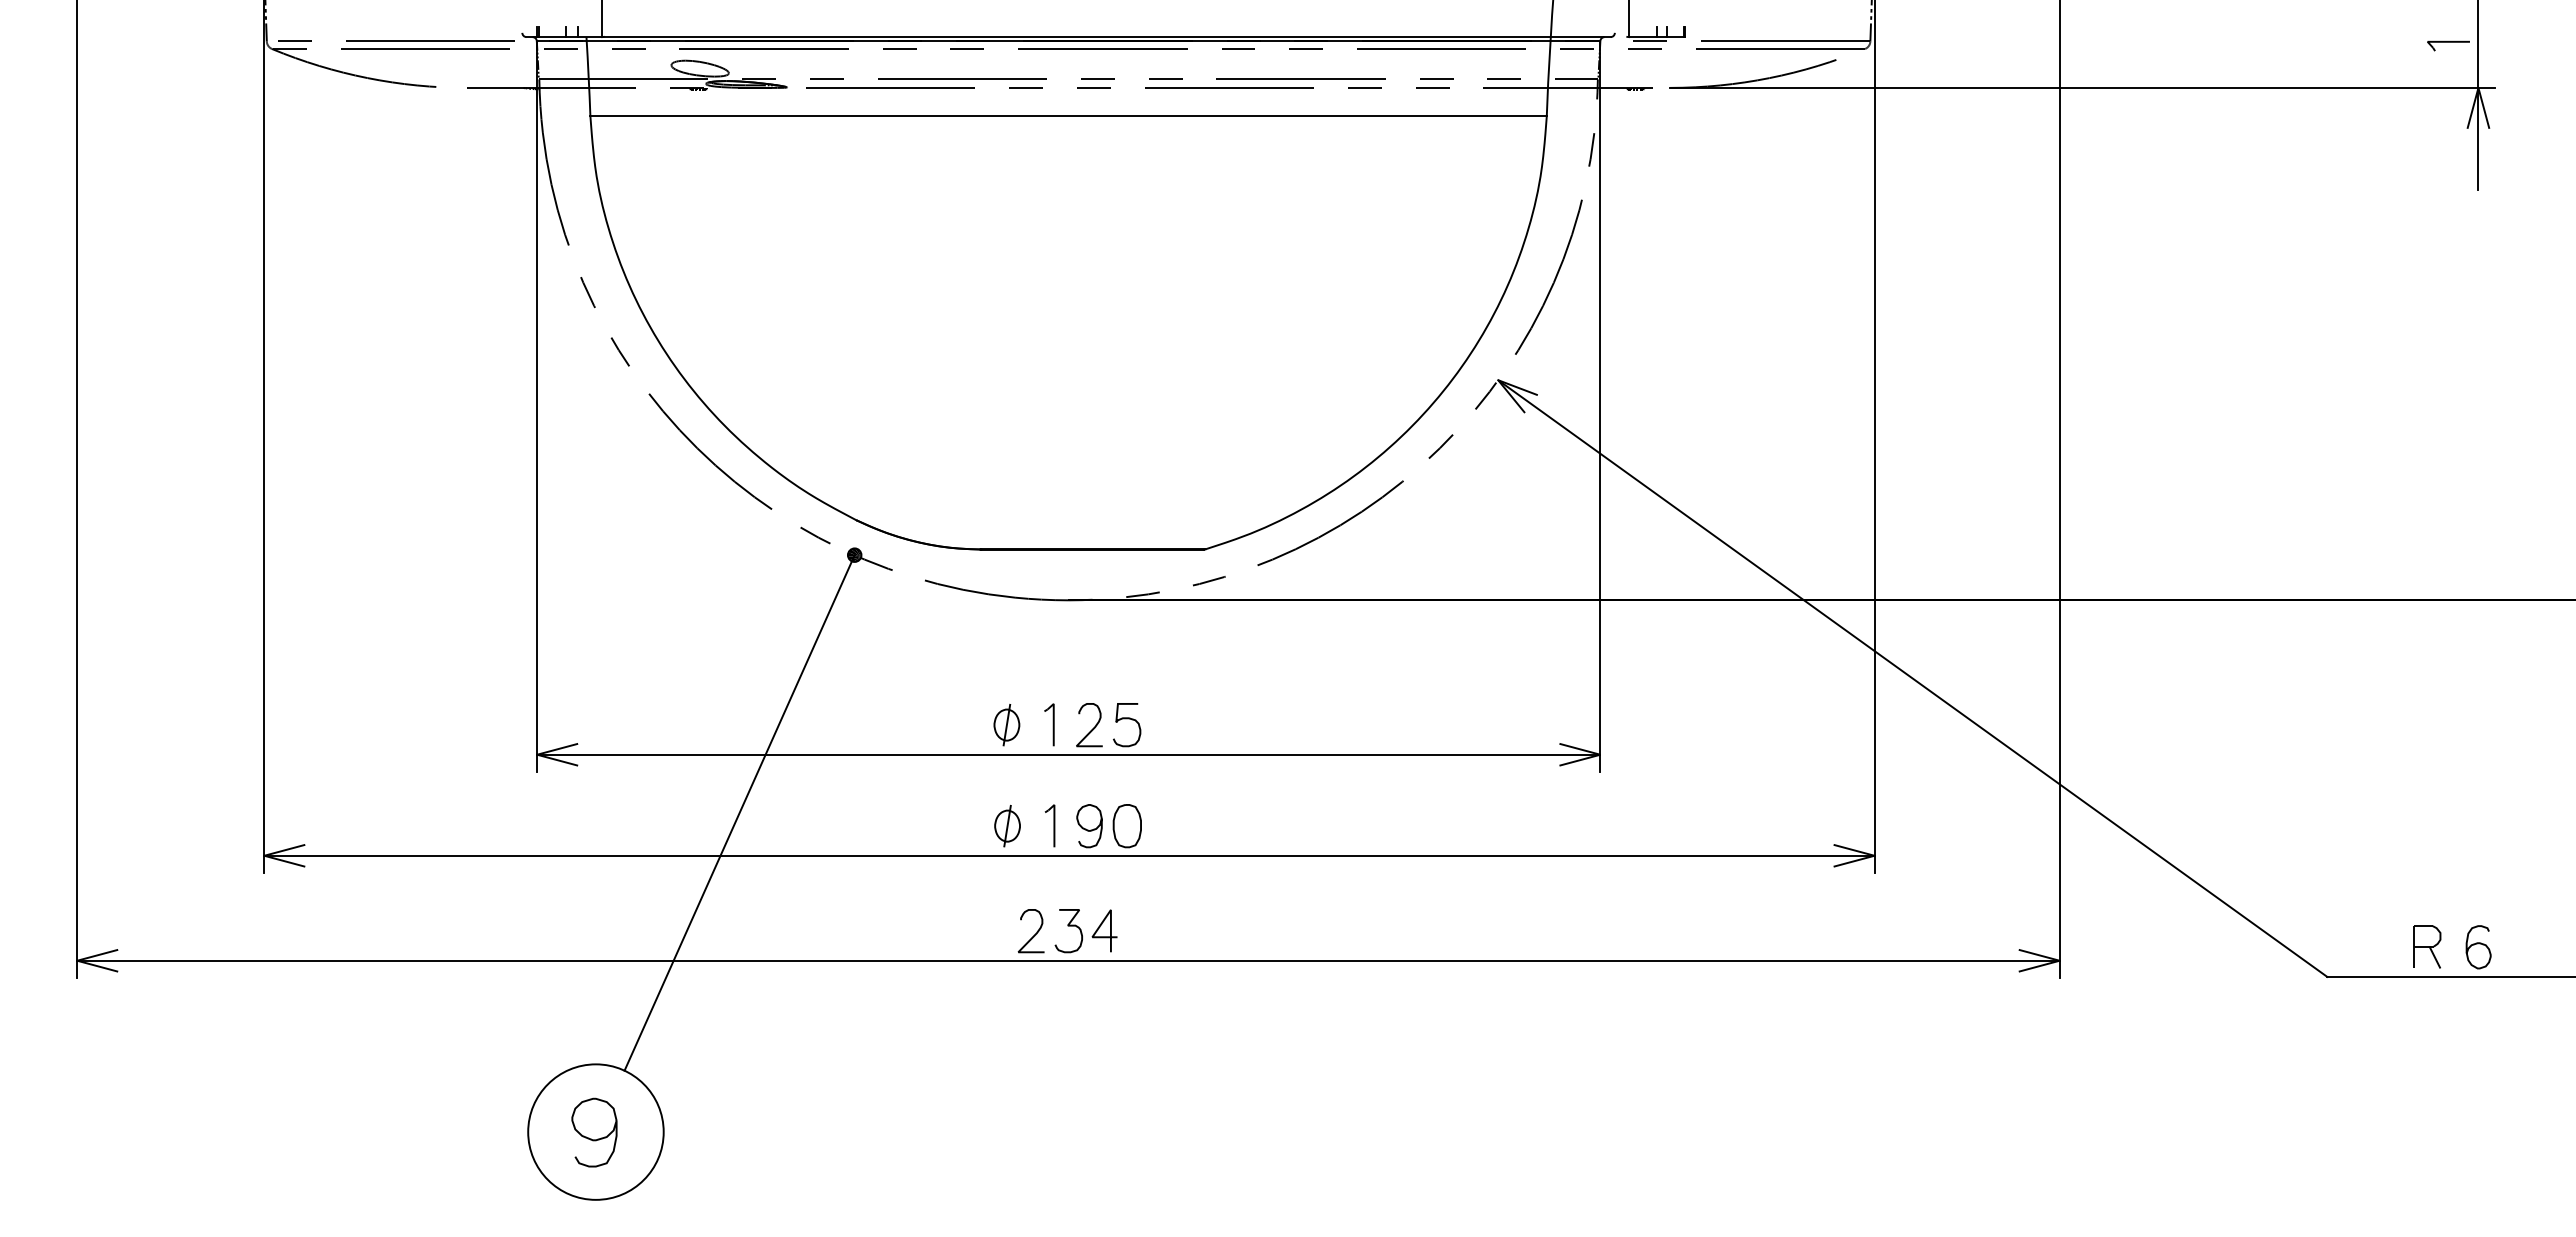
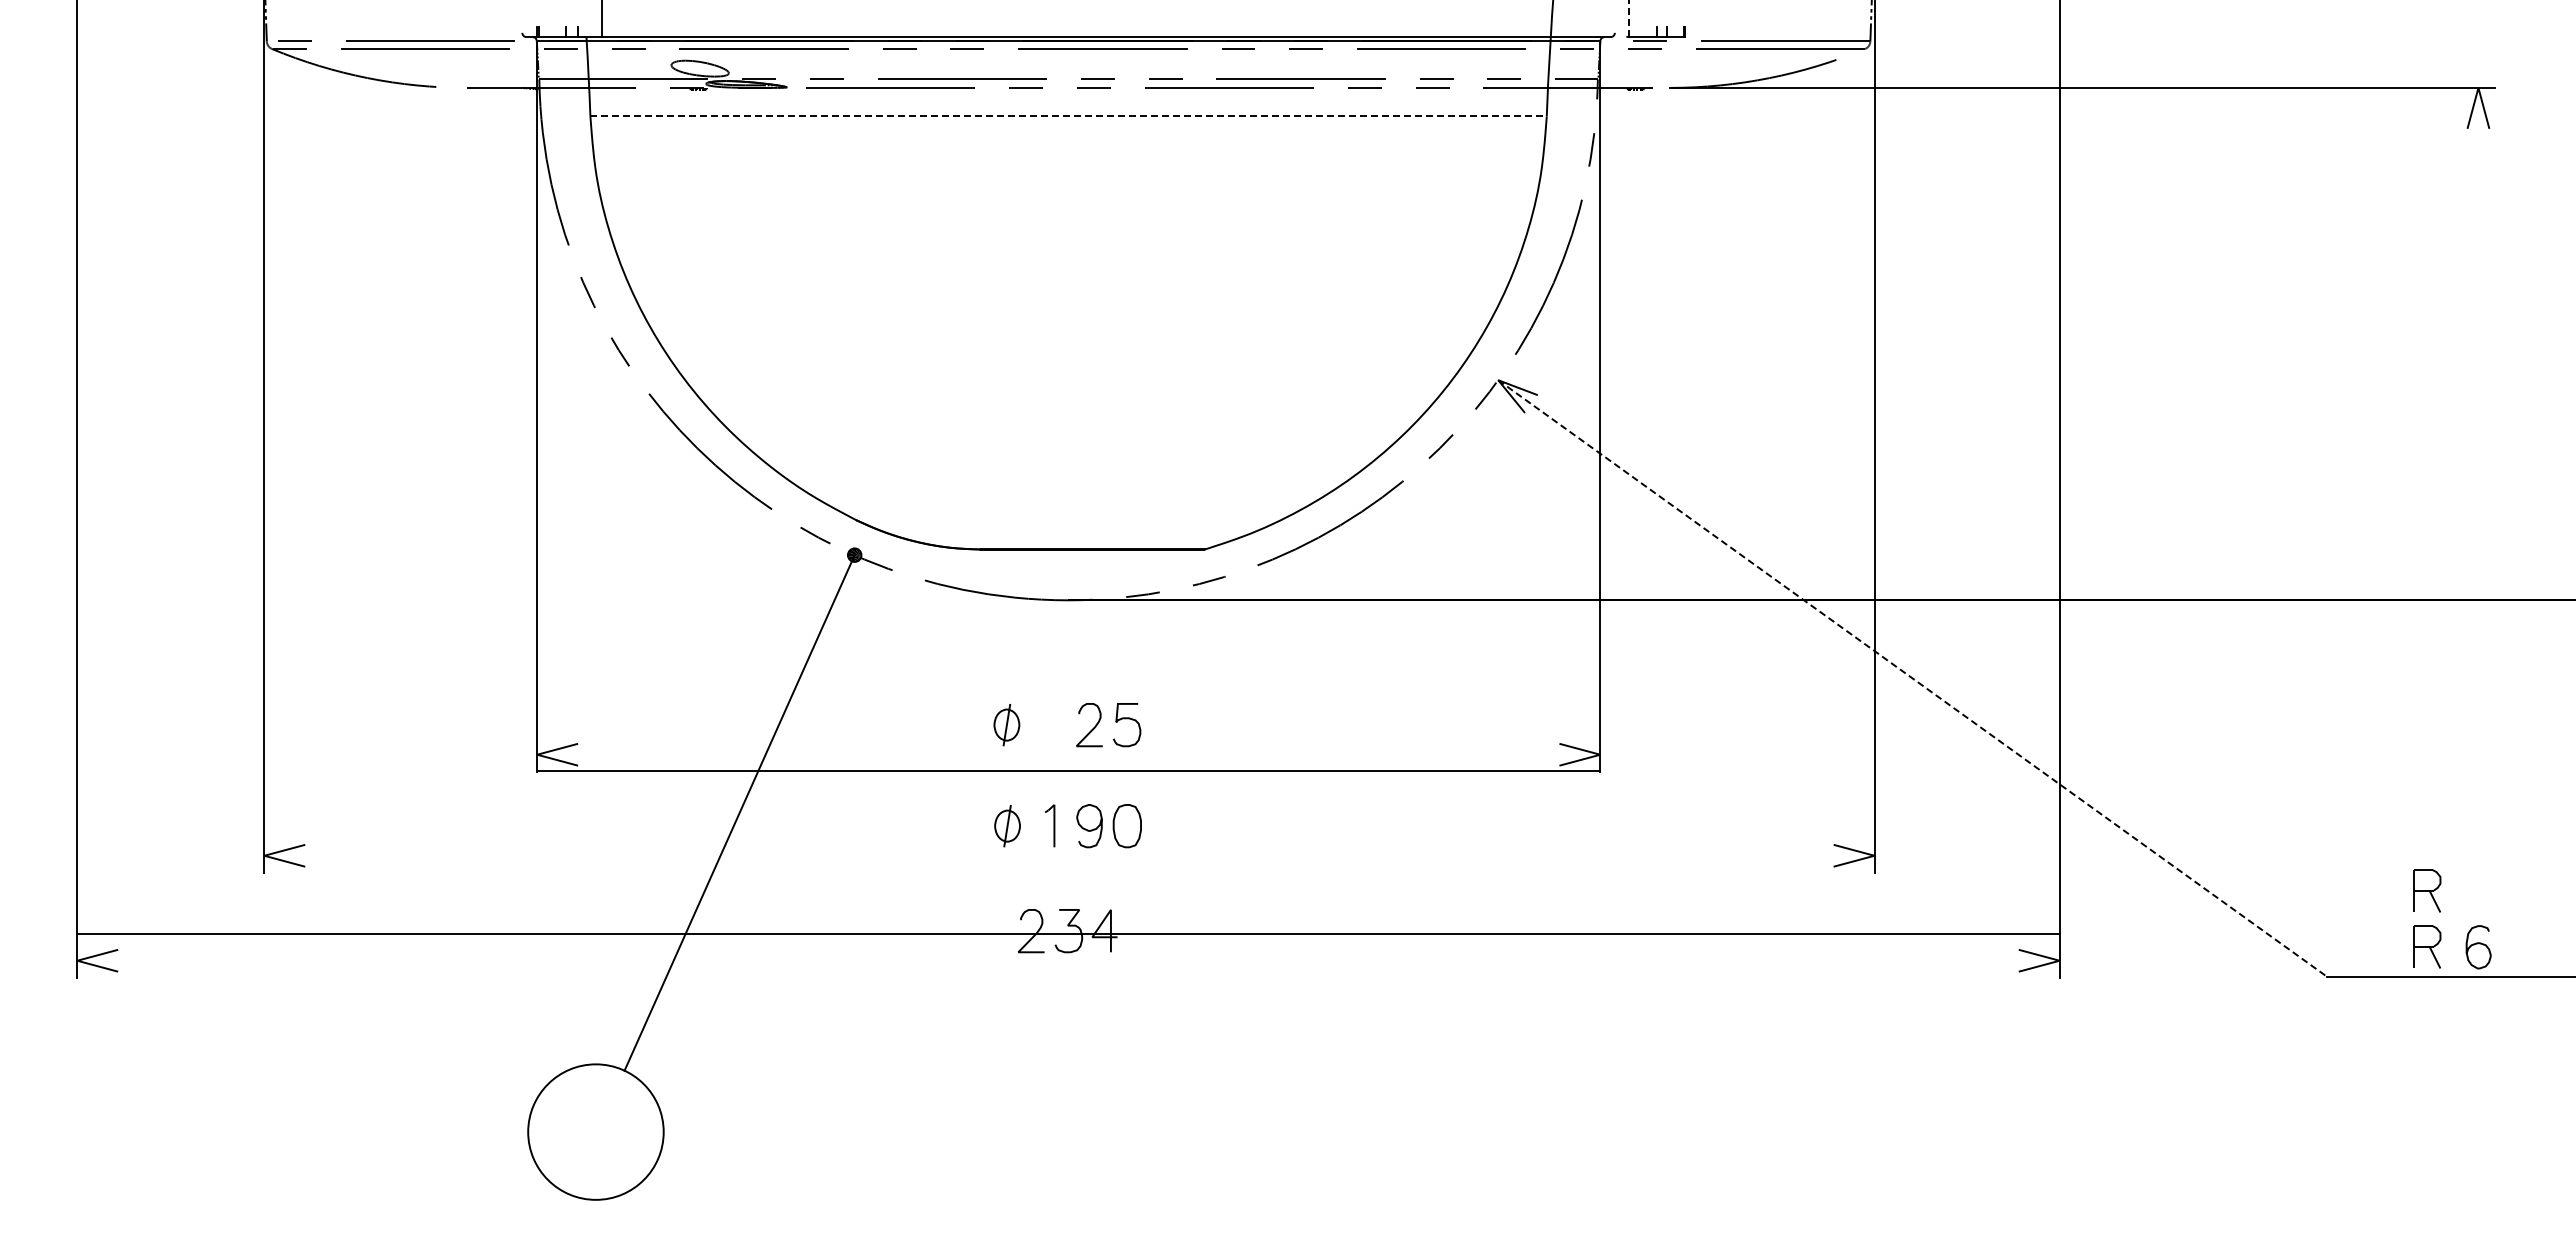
line at (1629, 18): solid -> dashed
part at (2448, 45): present -> none
line at (2478, 95): present -> none
line at (1069, 116): solid -> dashed
line at (1912, 678): solid -> dashed
part at (1049, 724): present -> none
line at (1068, 754) position: (1068, 754) -> (1068, 770)
line at (1069, 855): present -> none
part at (2427, 890): none -> present
line at (1068, 960) position: (1068, 960) -> (1068, 933)
curve at (591, 1138): present -> none
